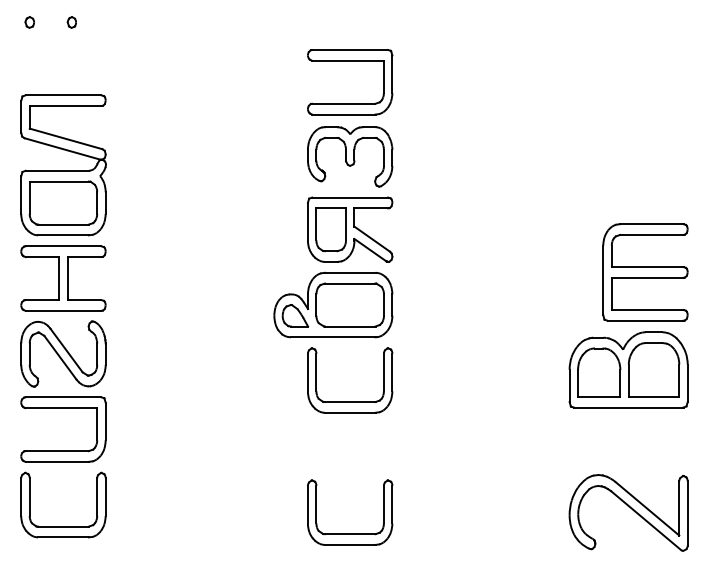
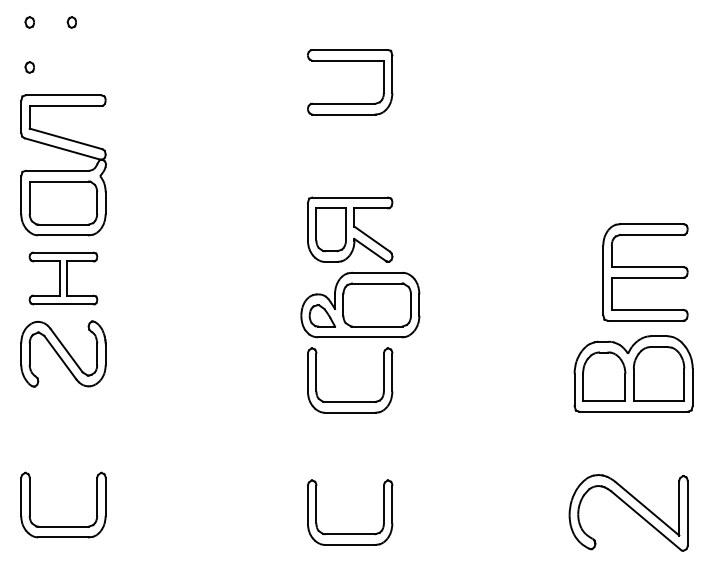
part at (29, 67): none -> present
part at (350, 156): present -> none
part at (63, 278) size: 87x67 px -> 71x55 px
part at (333, 304) position: (333, 304) -> (360, 304)
part at (628, 369) position: (628, 369) -> (633, 373)
part at (63, 408): present -> none
